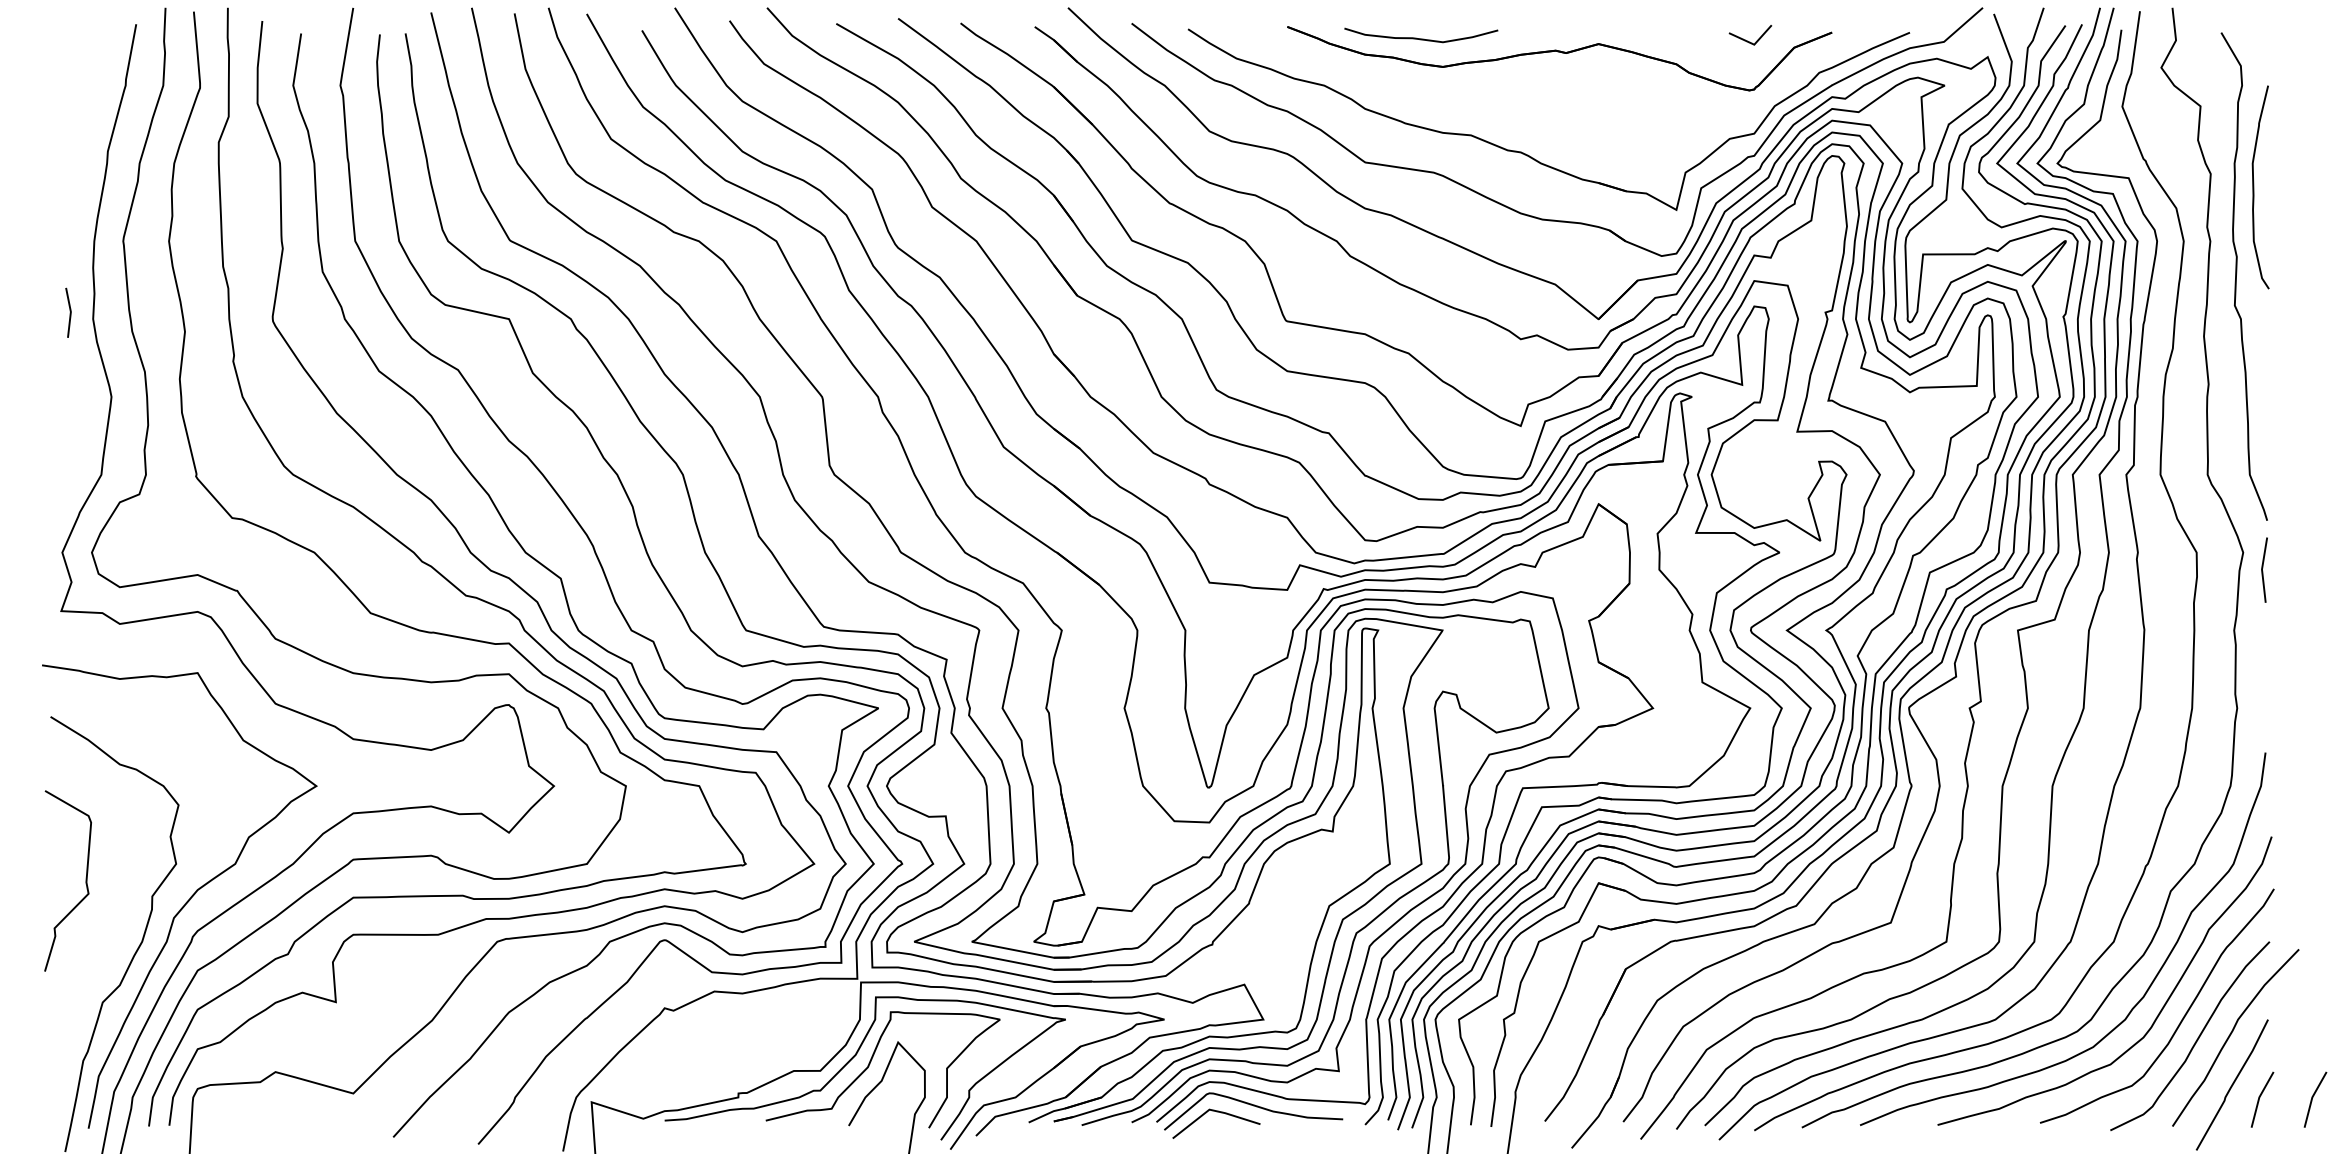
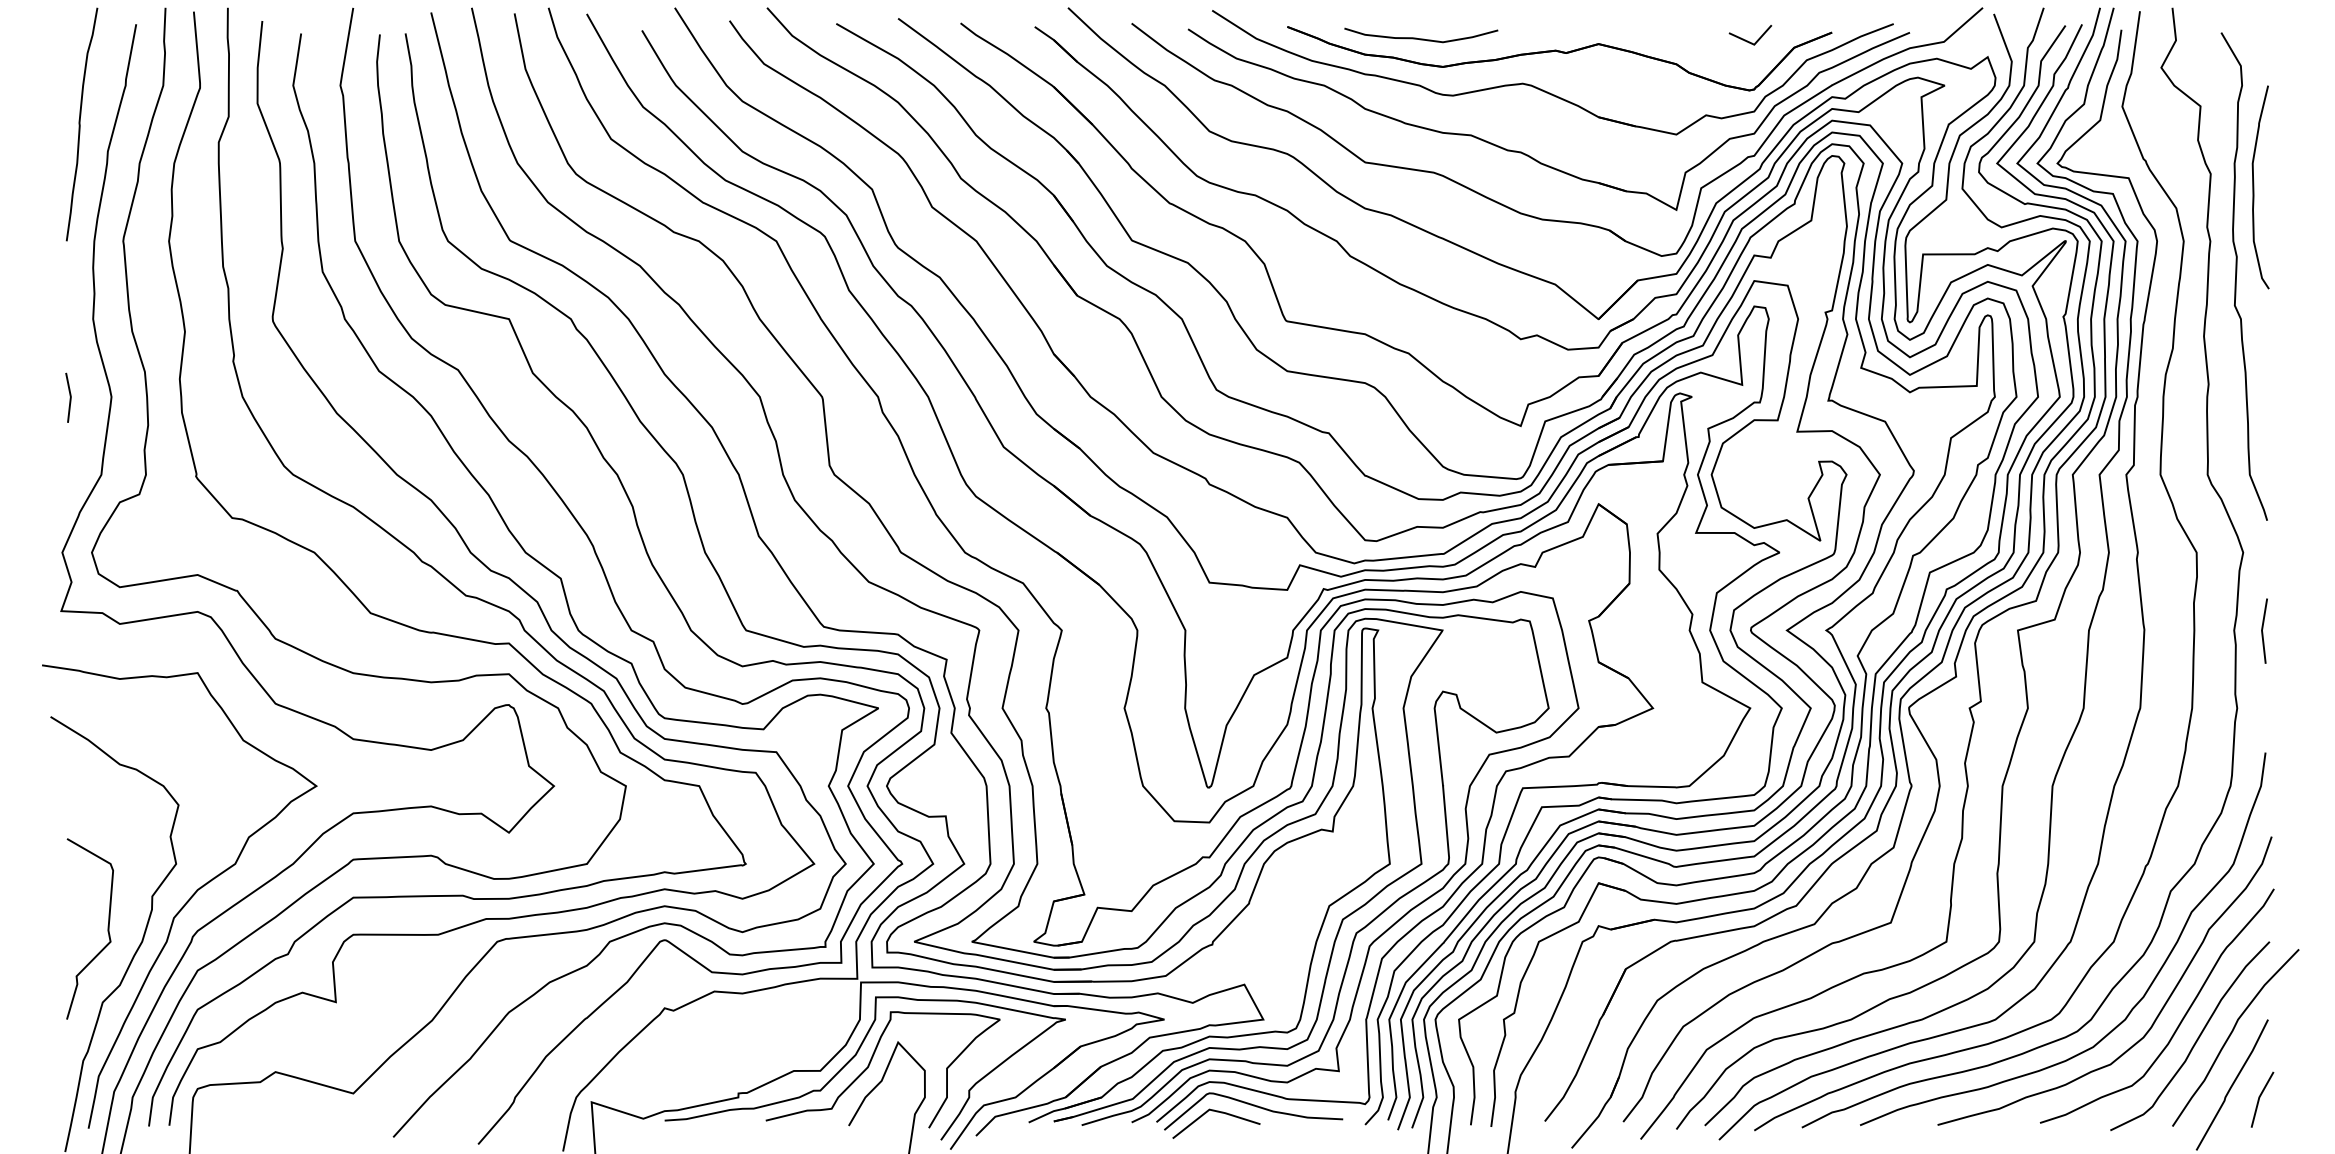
part at (1543, 89): none -> present
curve at (80, 124): none -> present
line at (69, 311) position: (69, 311) -> (69, 396)
line at (2263, 568) position: (2263, 568) -> (2263, 629)
curve at (85, 880) position: (85, 880) -> (107, 928)
line at (2313, 1097): present -> none
